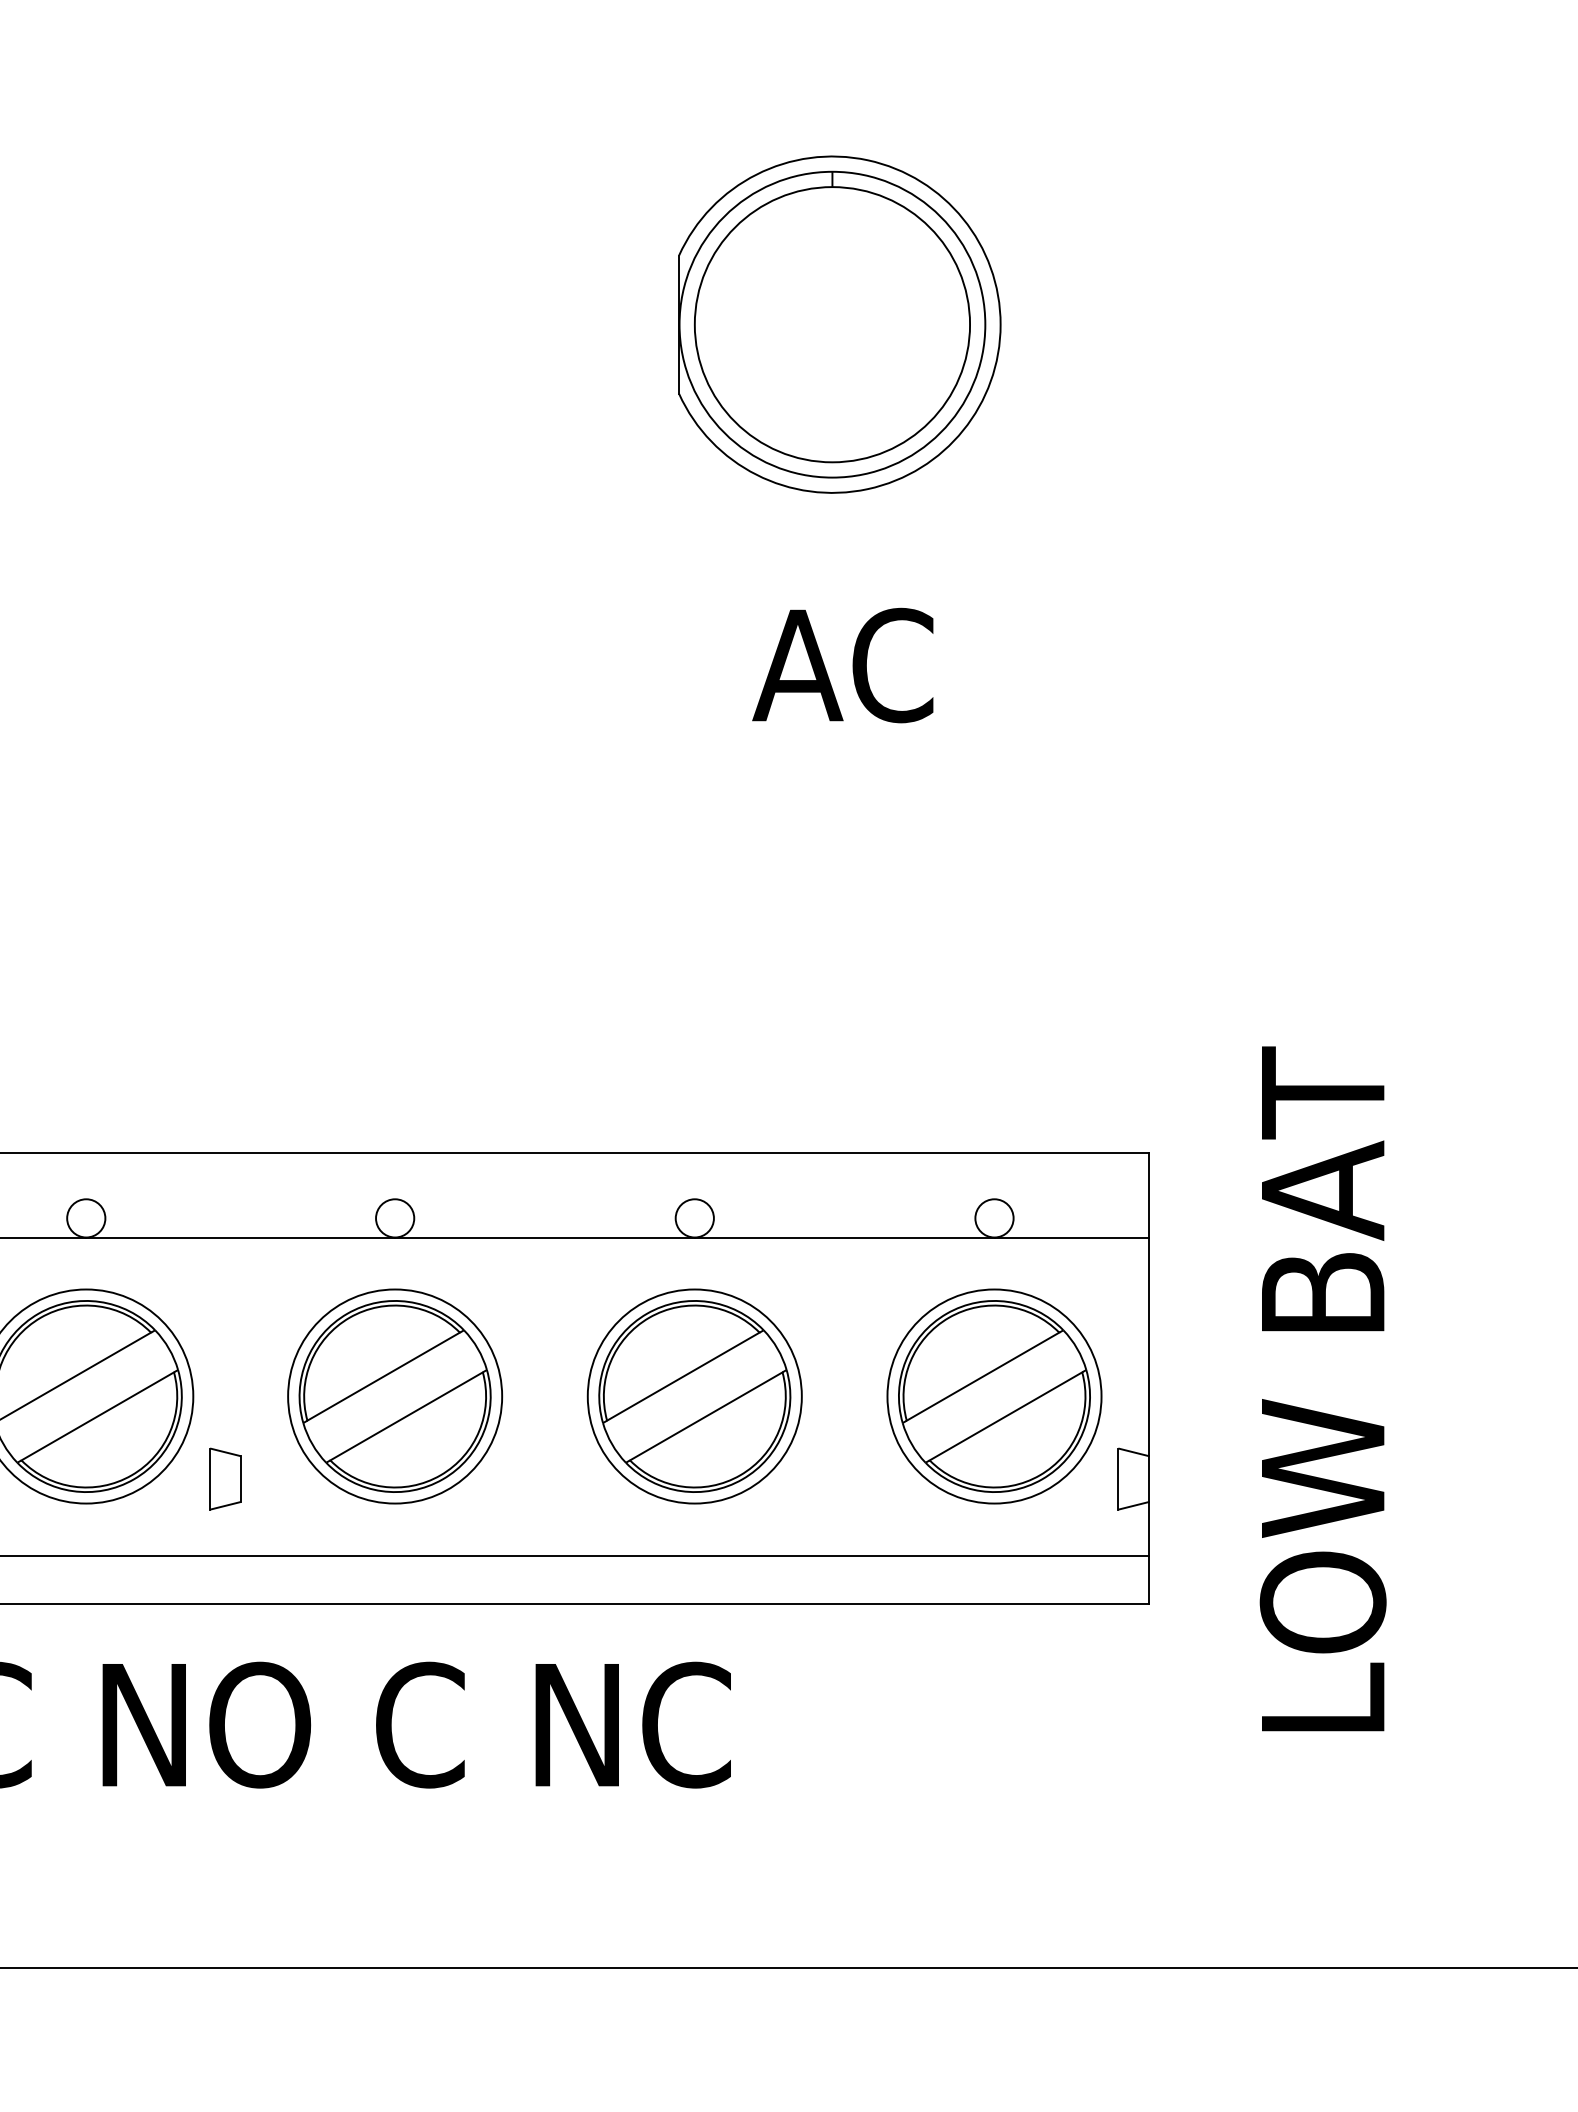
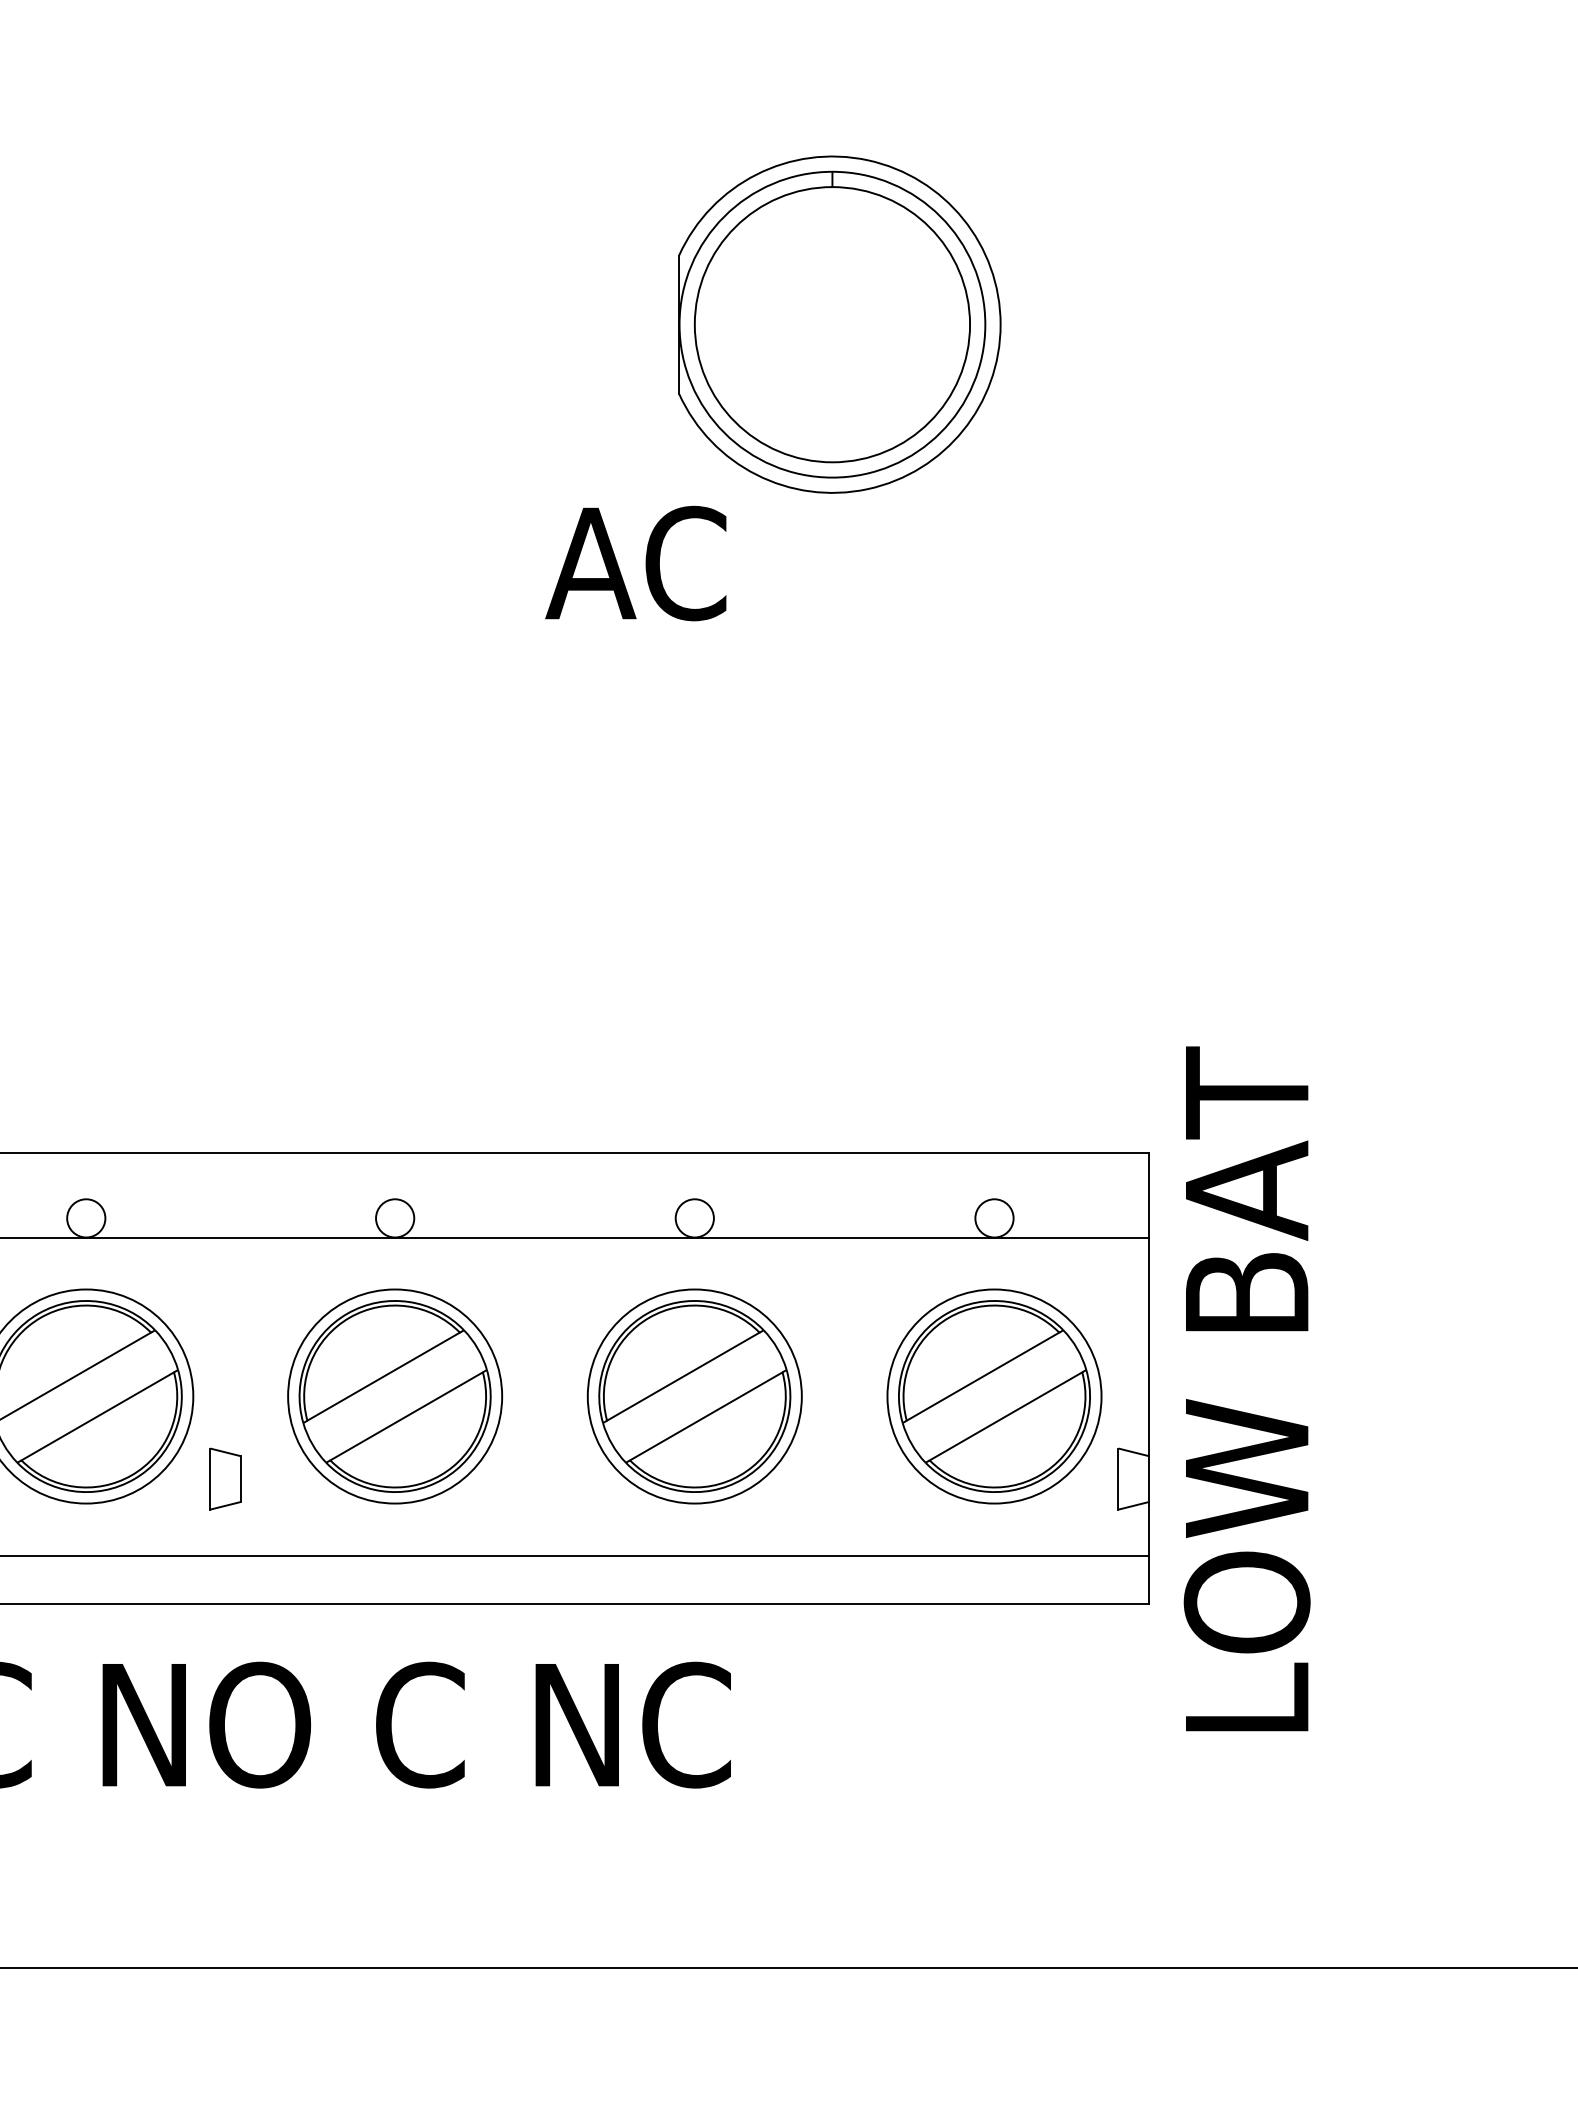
text at (842, 665) position: (842, 665) -> (635, 563)
text at (1322, 1388) position: (1322, 1388) -> (1246, 1388)
